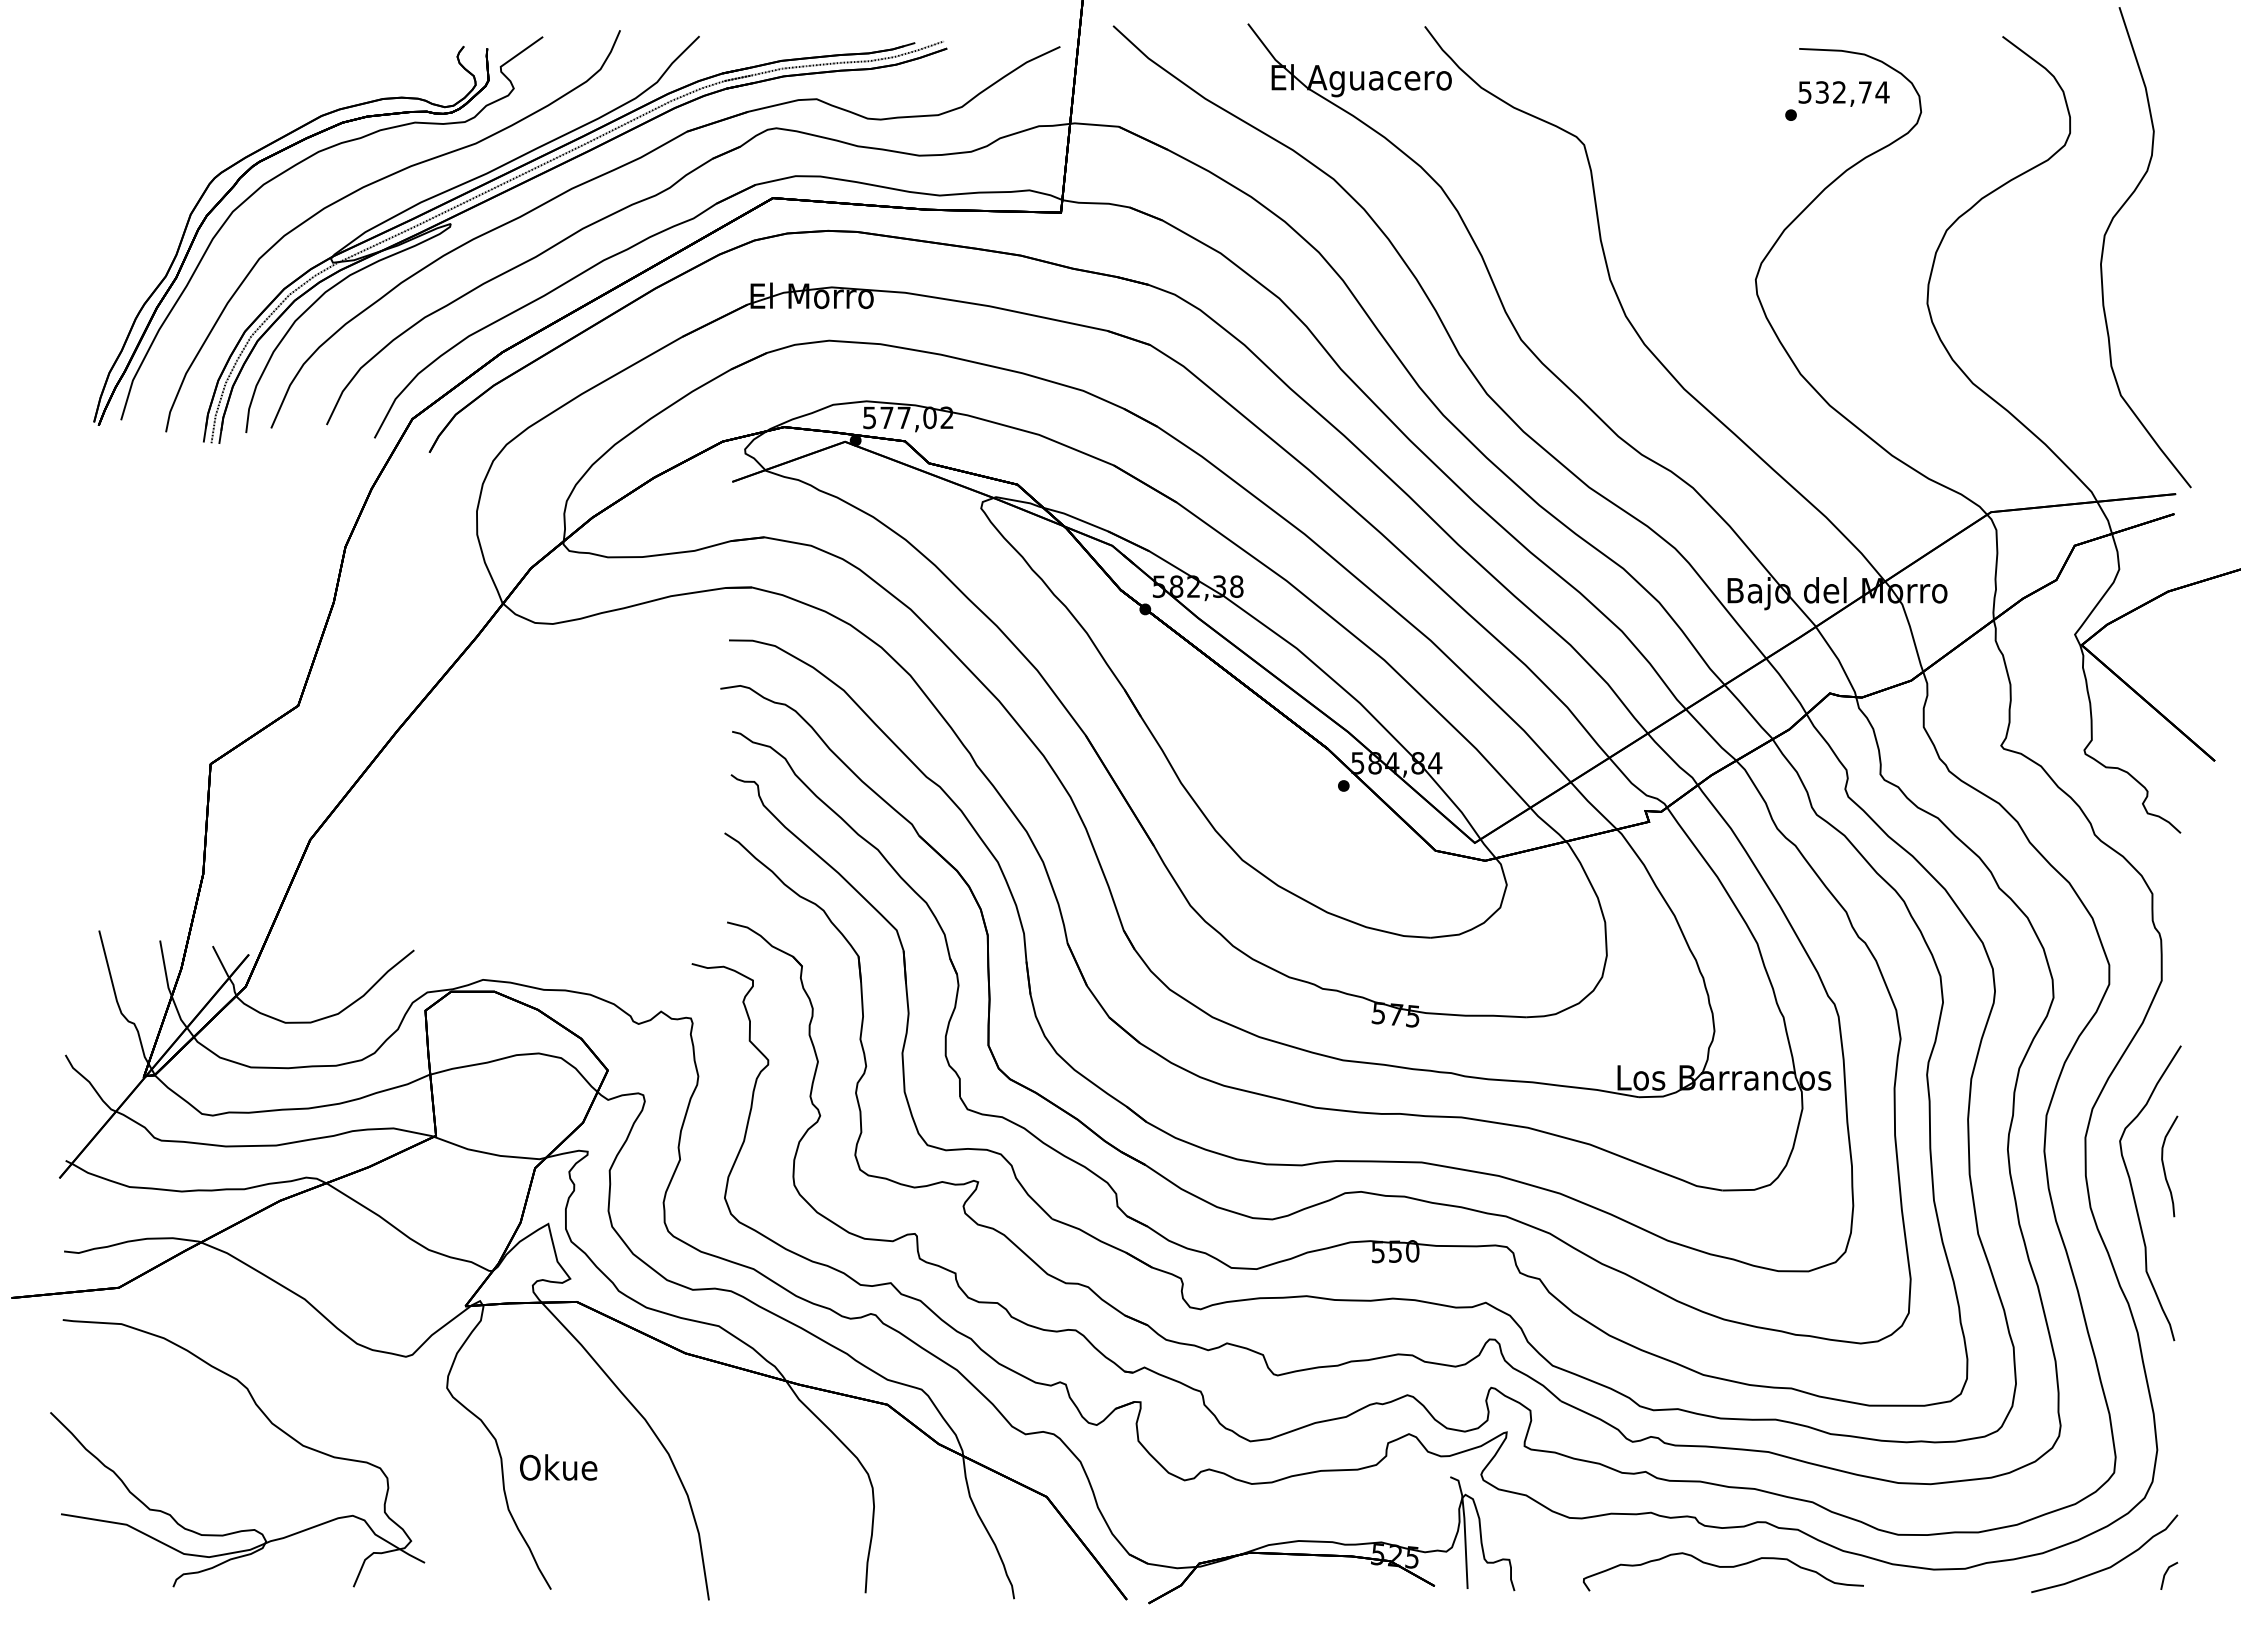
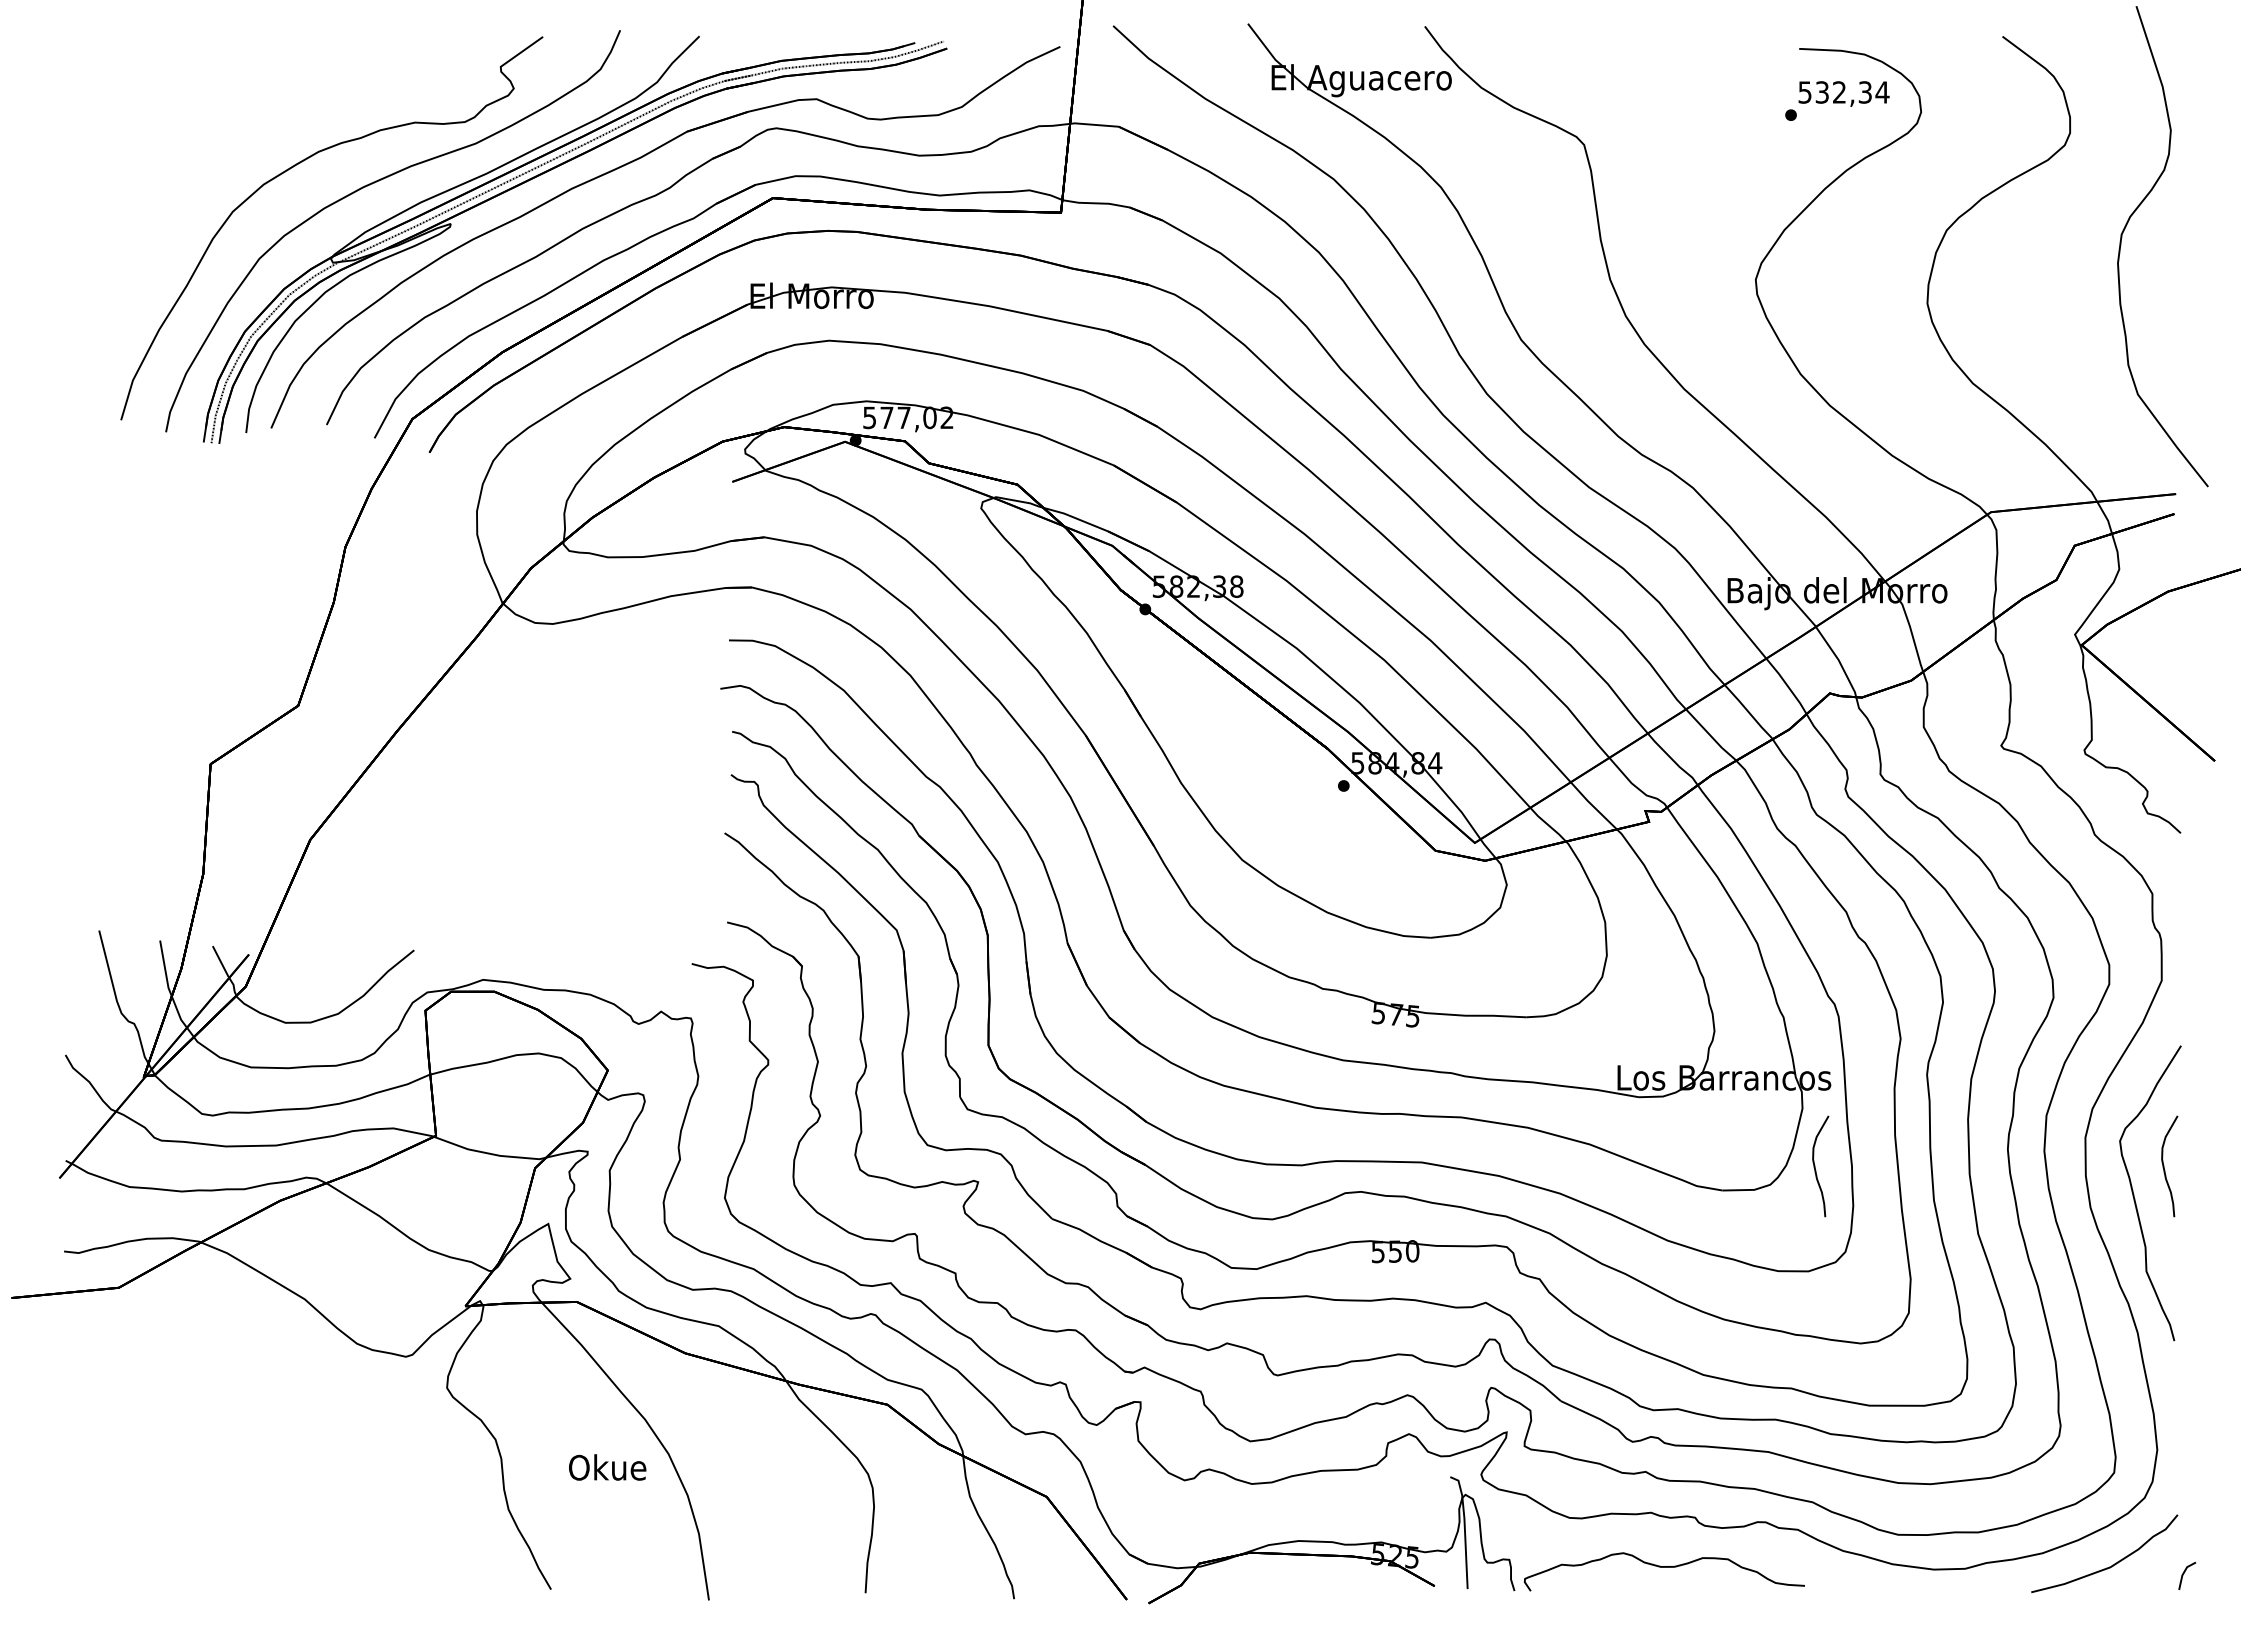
text at (1864, 92): 532,74 -> 532,34
part at (235, 186): present -> none
curve at (2109, 228) position: (2109, 228) -> (2126, 227)
curve at (1815, 1166): none -> present
part at (270, 1423): present -> none
text at (558, 1467) position: (558, 1467) -> (607, 1467)
curve at (1723, 1567) position: (1723, 1567) -> (1664, 1567)
line at (2167, 1572) position: (2167, 1572) -> (2185, 1572)
